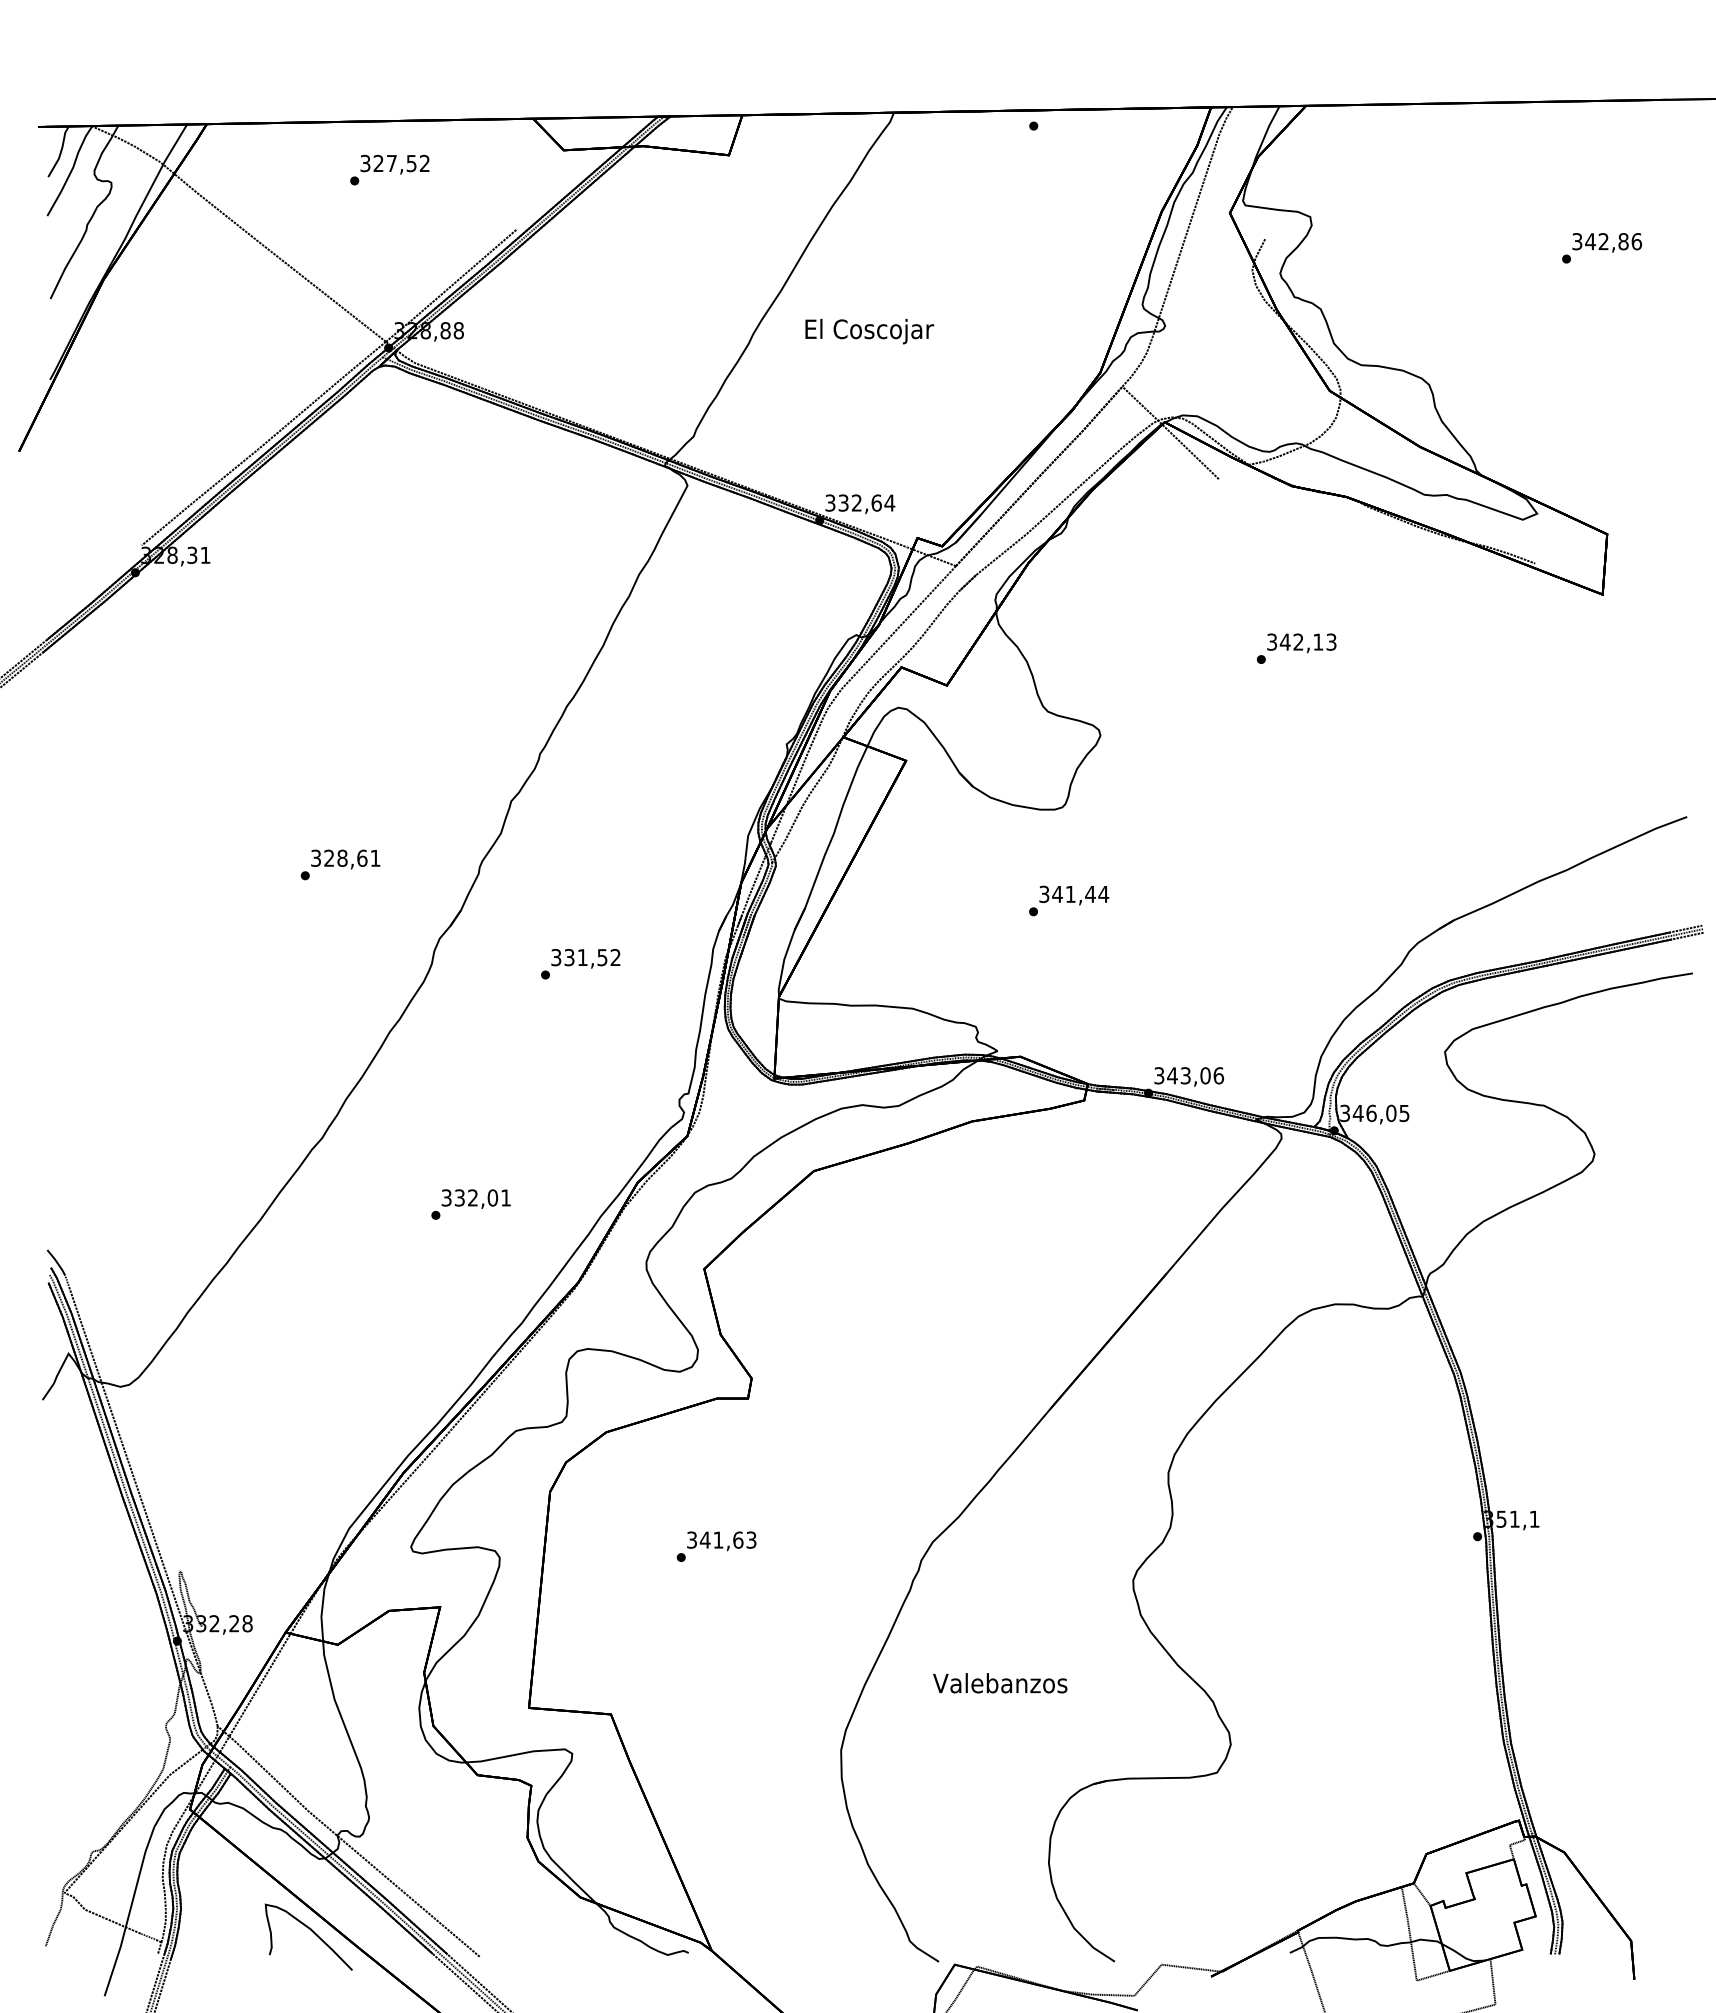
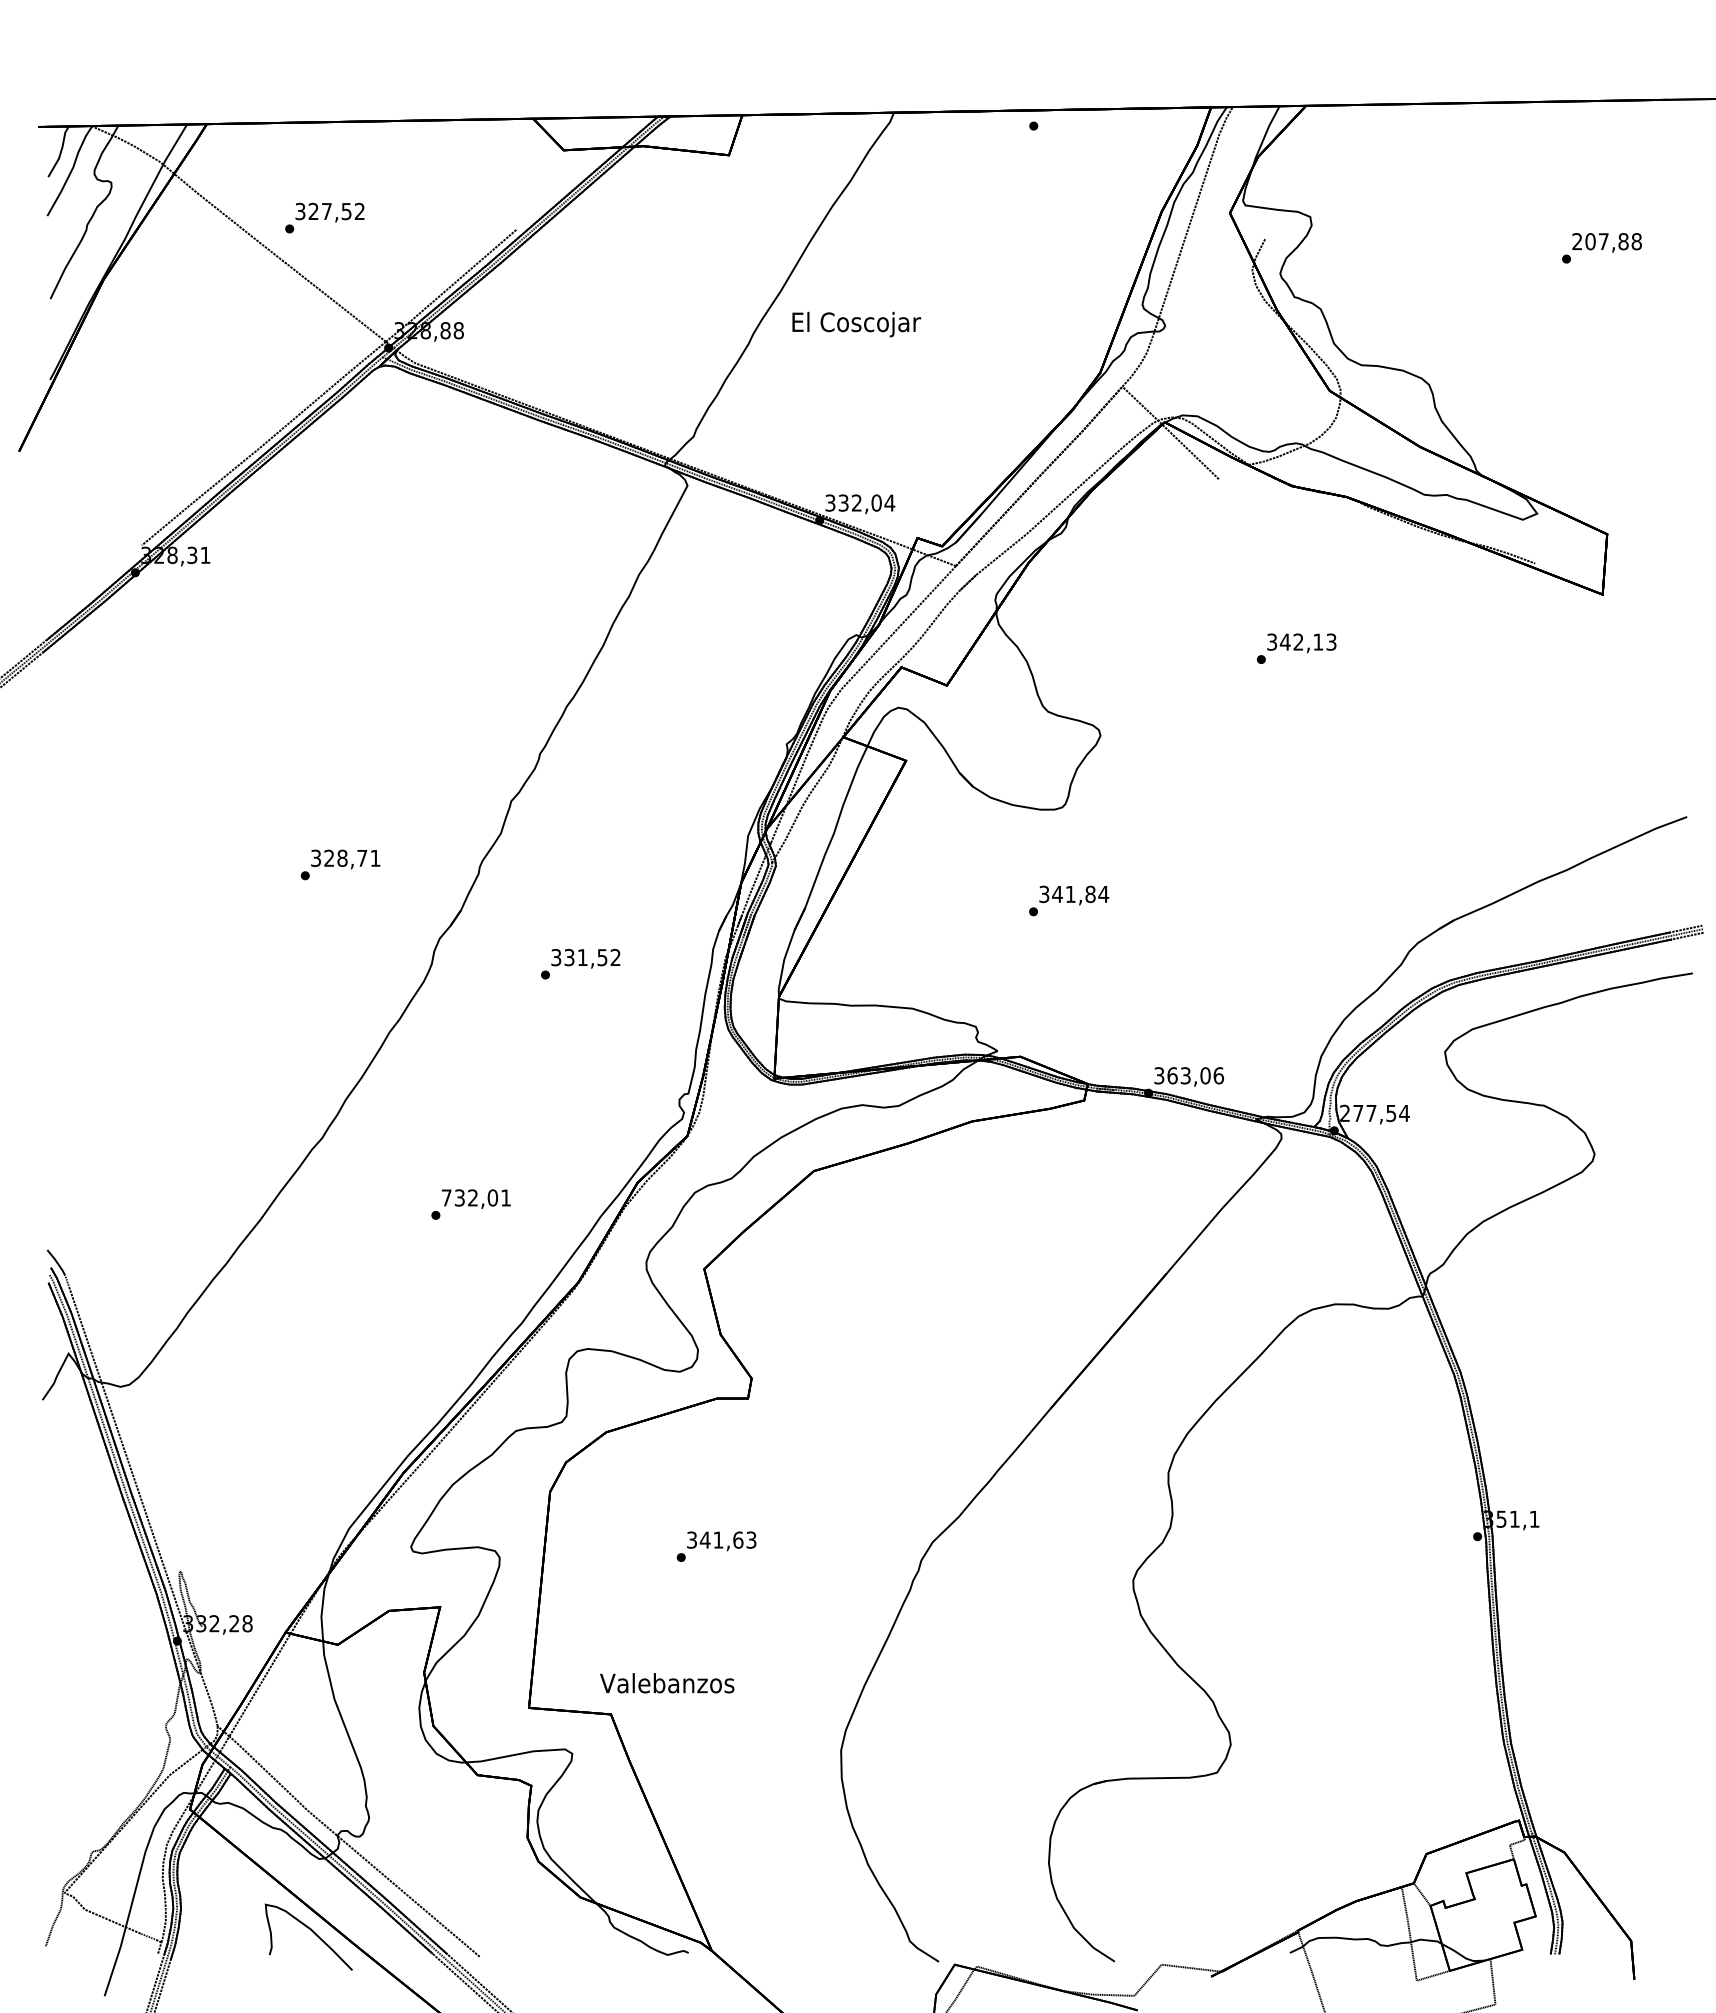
text at (389, 169) position: (389, 169) -> (324, 217)
text at (1607, 241): 342,86 -> 207,88
text at (869, 331) position: (869, 331) -> (856, 324)
text at (876, 502): 332,64 -> 332,04
text at (362, 857): 328,61 -> 328,71
text at (1090, 894): 341,44 -> 341,84
text at (1172, 1075): 343,06 -> 363,06
text at (1374, 1113): 346,05 -> 277,54
text at (446, 1197): 332,01 -> 732,01
text at (1000, 1683) position: (1000, 1683) -> (667, 1683)
